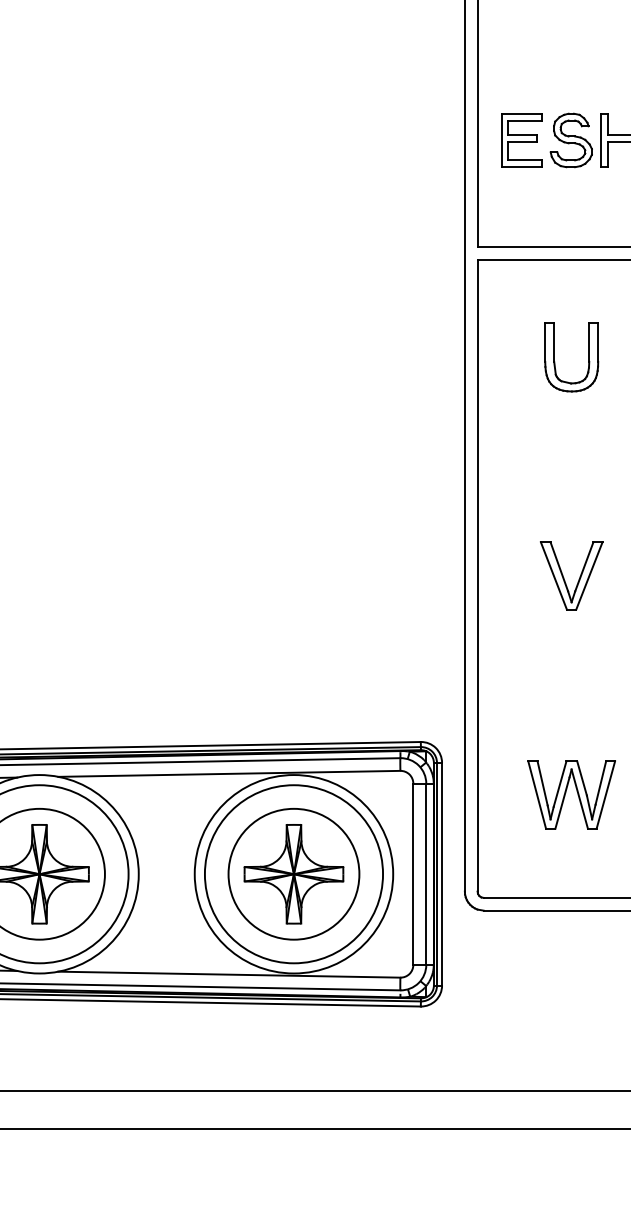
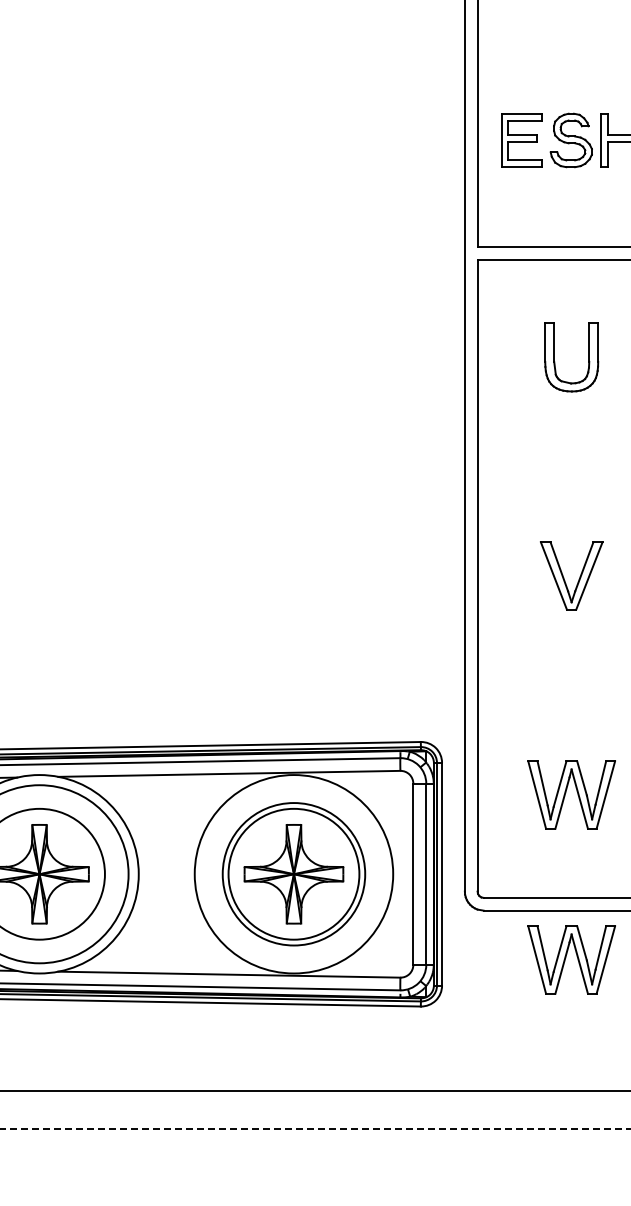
circle at (293, 874) diameter: 178 px -> 142 px
part at (571, 959): none -> present
line at (315, 1129): solid -> dashed
